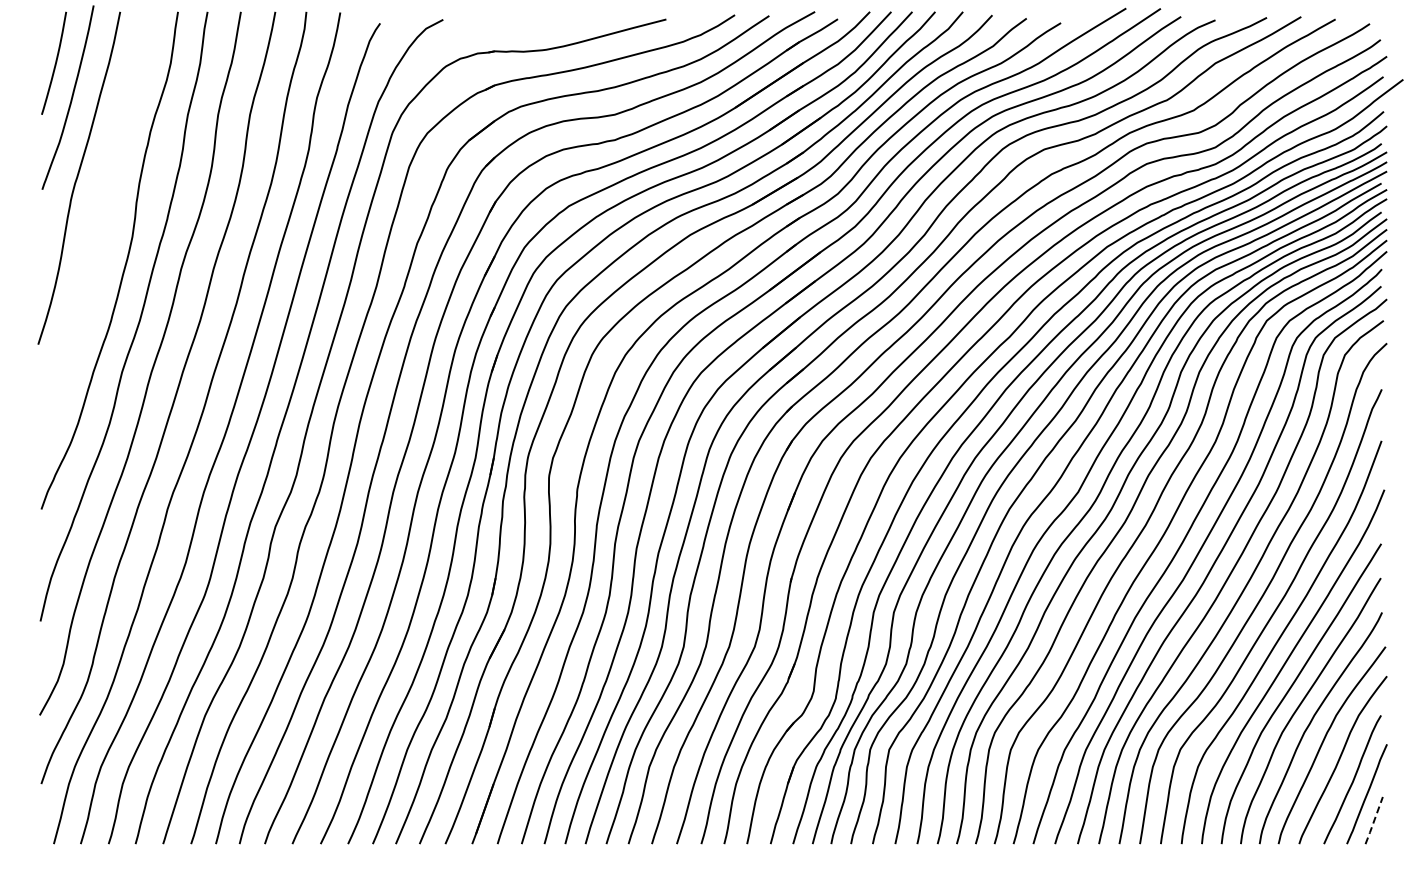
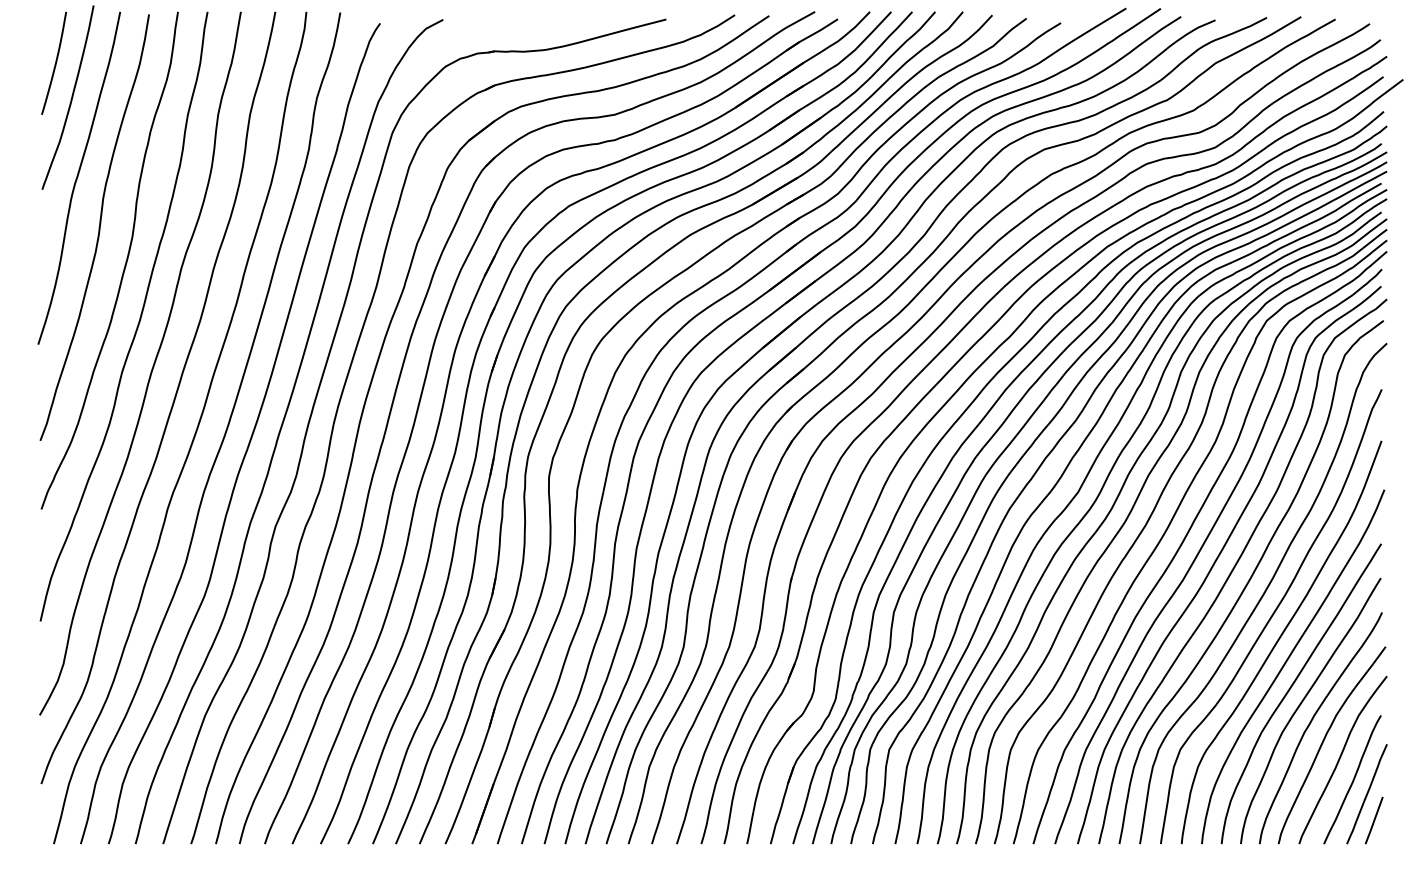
curve at (98, 227): none -> present
line at (1374, 821): dashed -> solid
